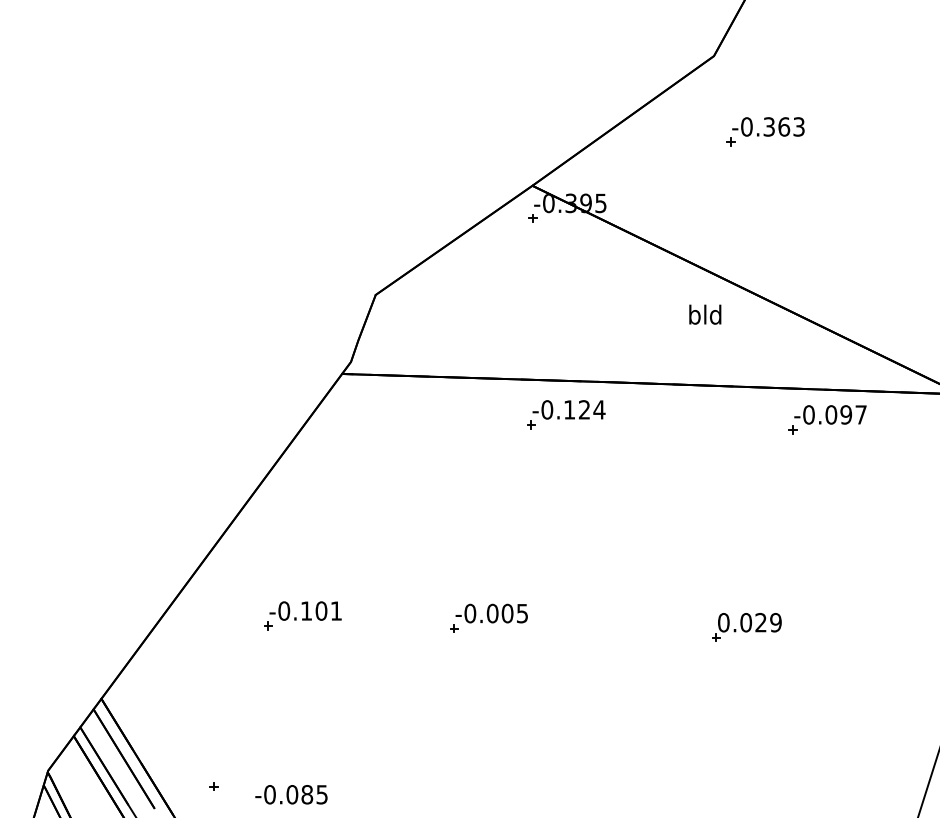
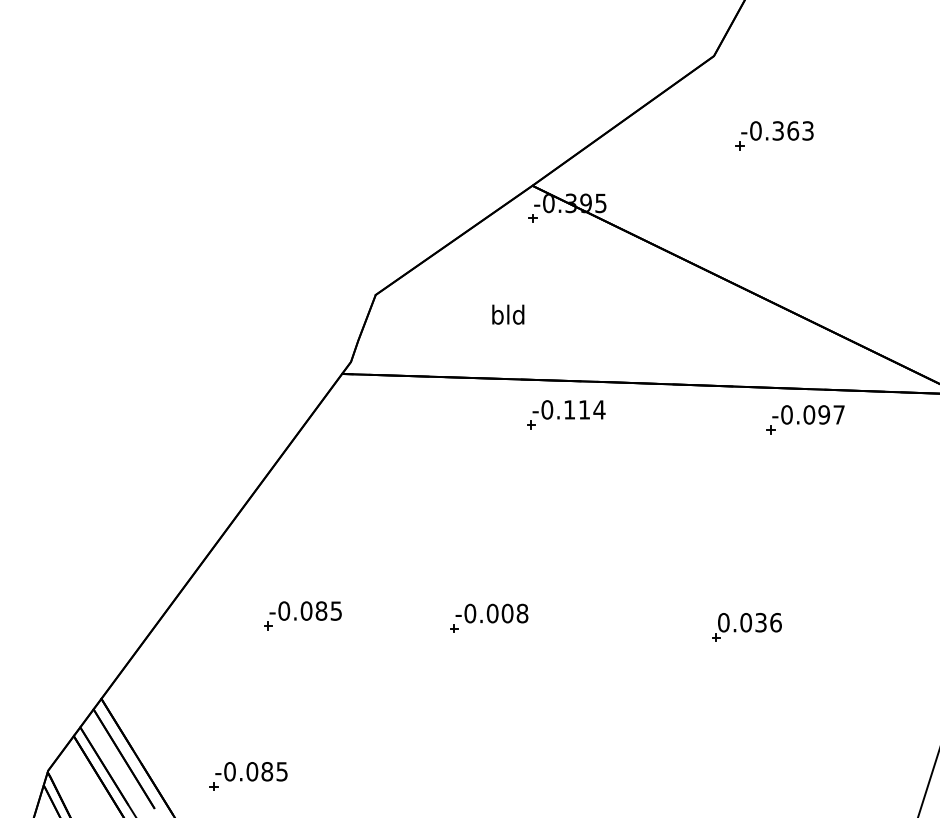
part at (765, 131) position: (765, 131) -> (774, 135)
text at (705, 314) position: (705, 314) -> (508, 314)
text at (584, 409): -0.124 -> -0.114
part at (827, 419) position: (827, 419) -> (805, 419)
text at (320, 610): -0.101 -> -0.085
text at (522, 613): -0.005 -> -0.008
text at (768, 622): 0.029 -> 0.036
text at (291, 794) position: (291, 794) -> (251, 771)
